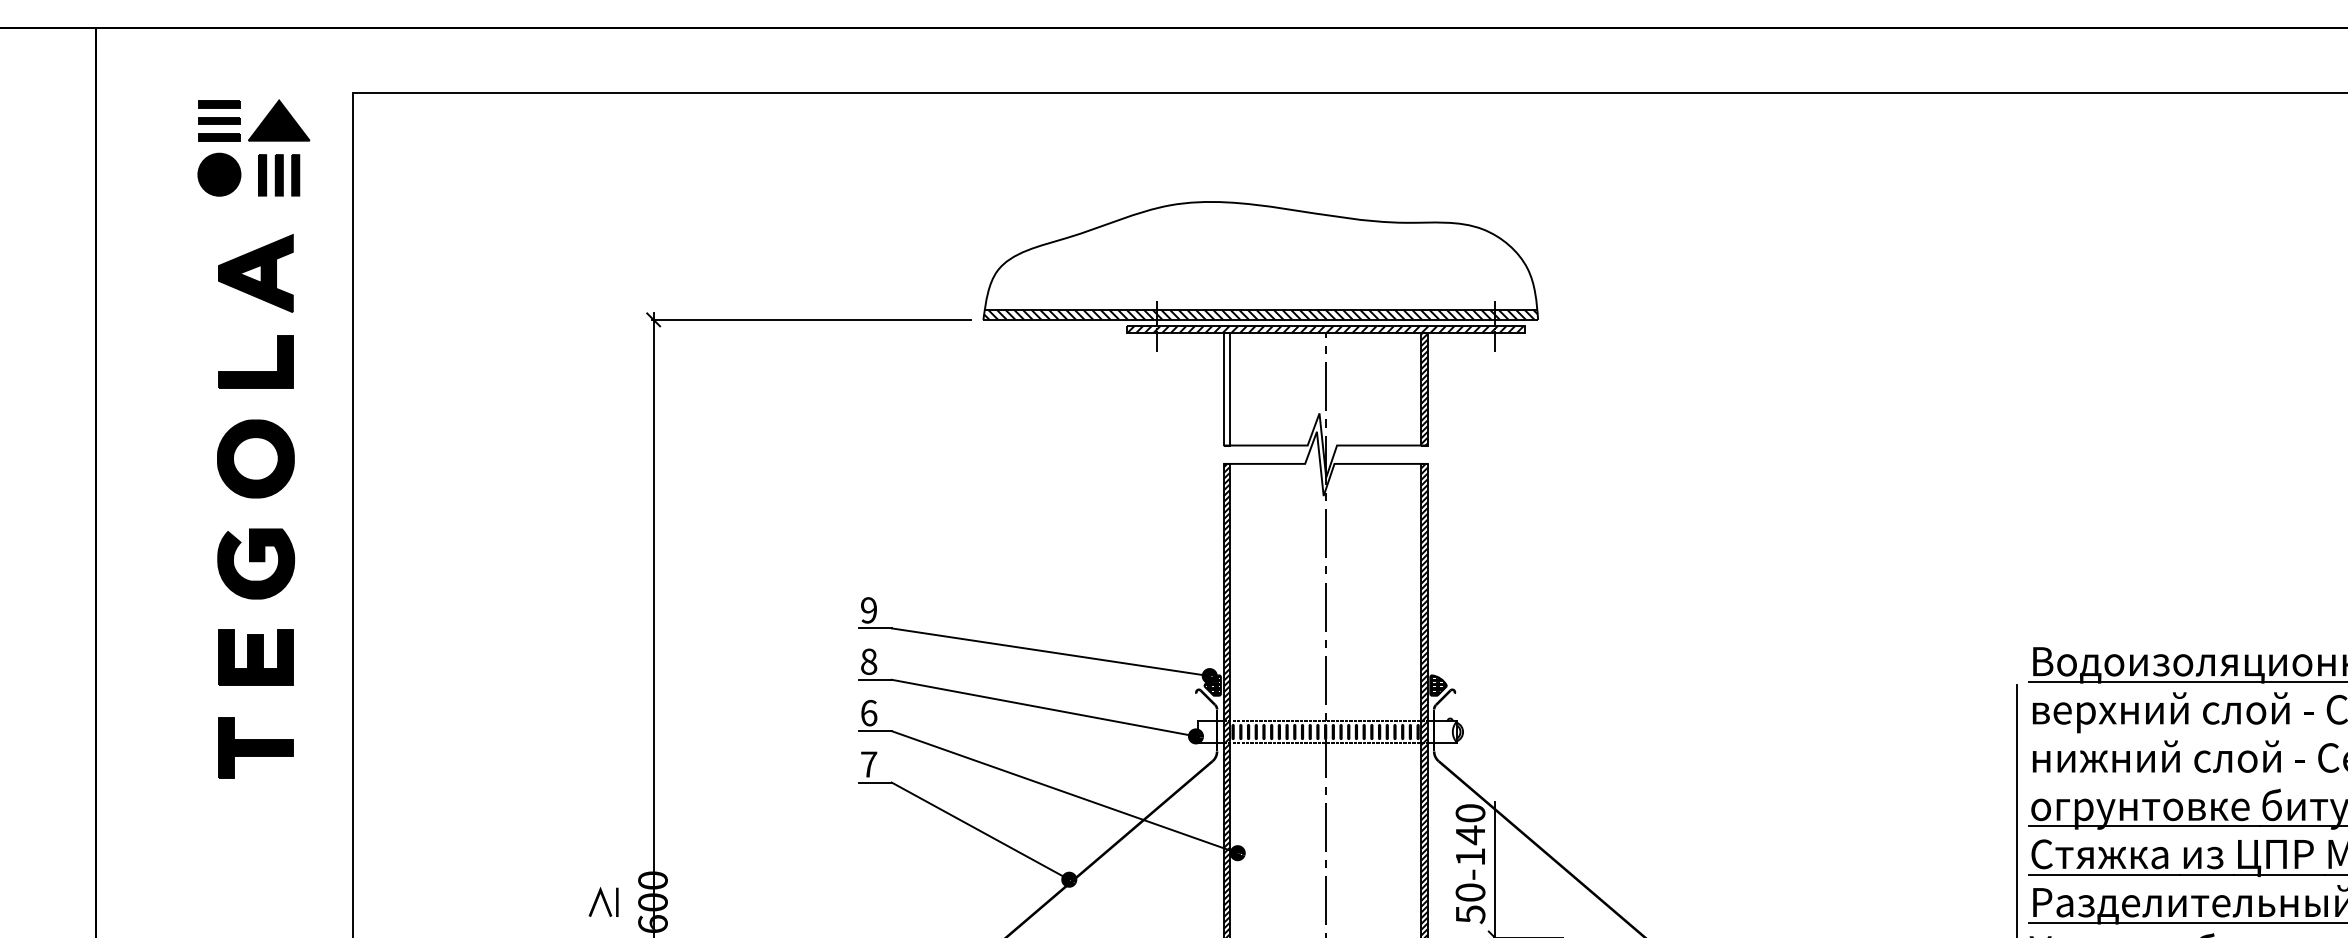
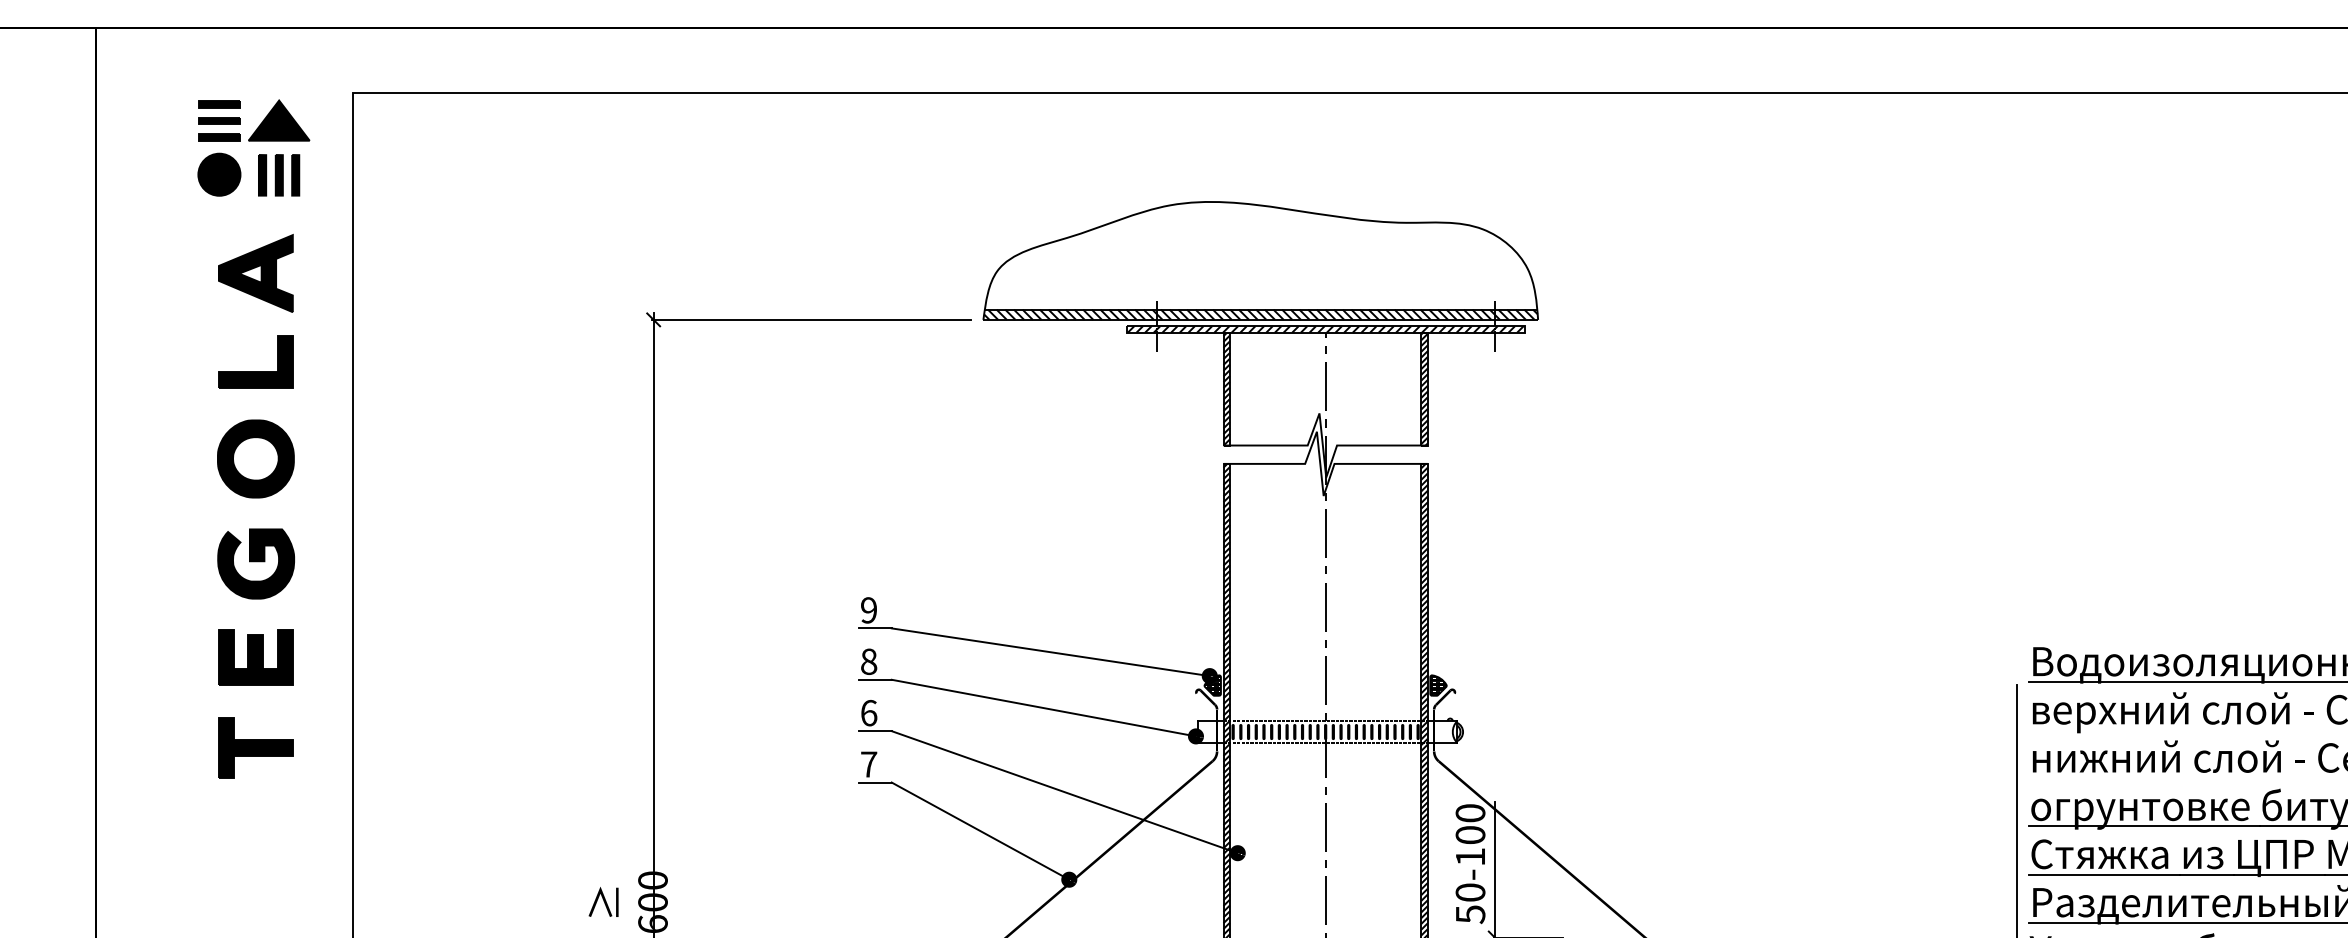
hatch at (1226, 388): none -> present
text at (1470, 835): 50-140 -> 50-100
